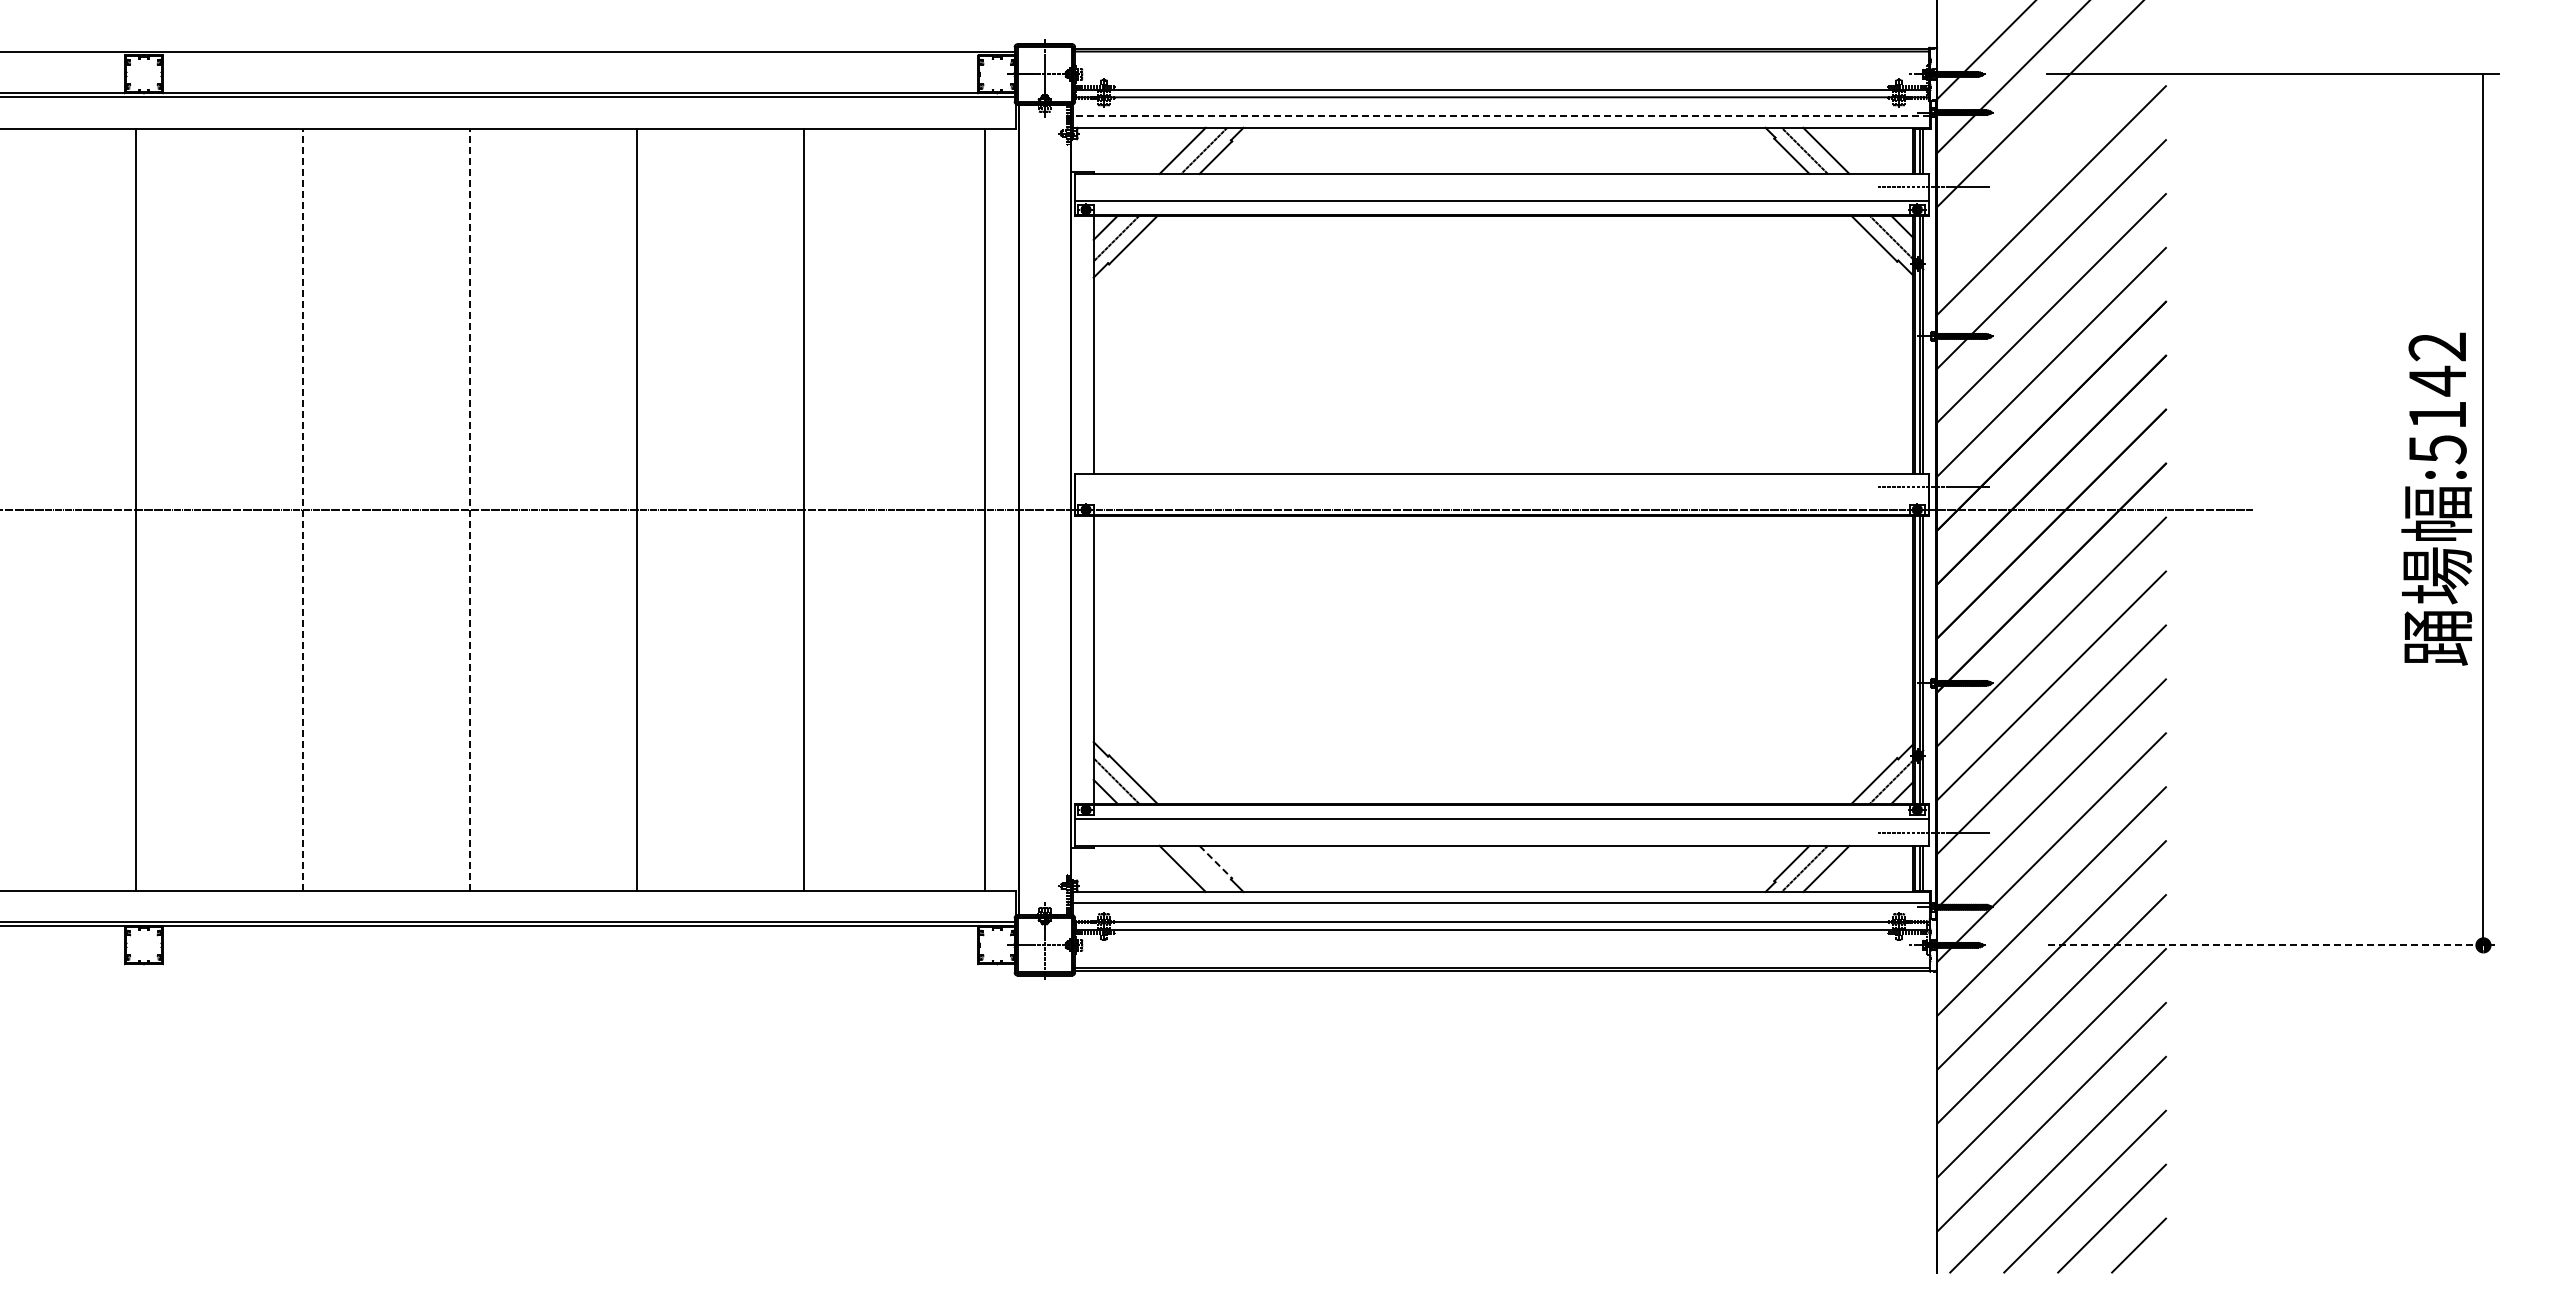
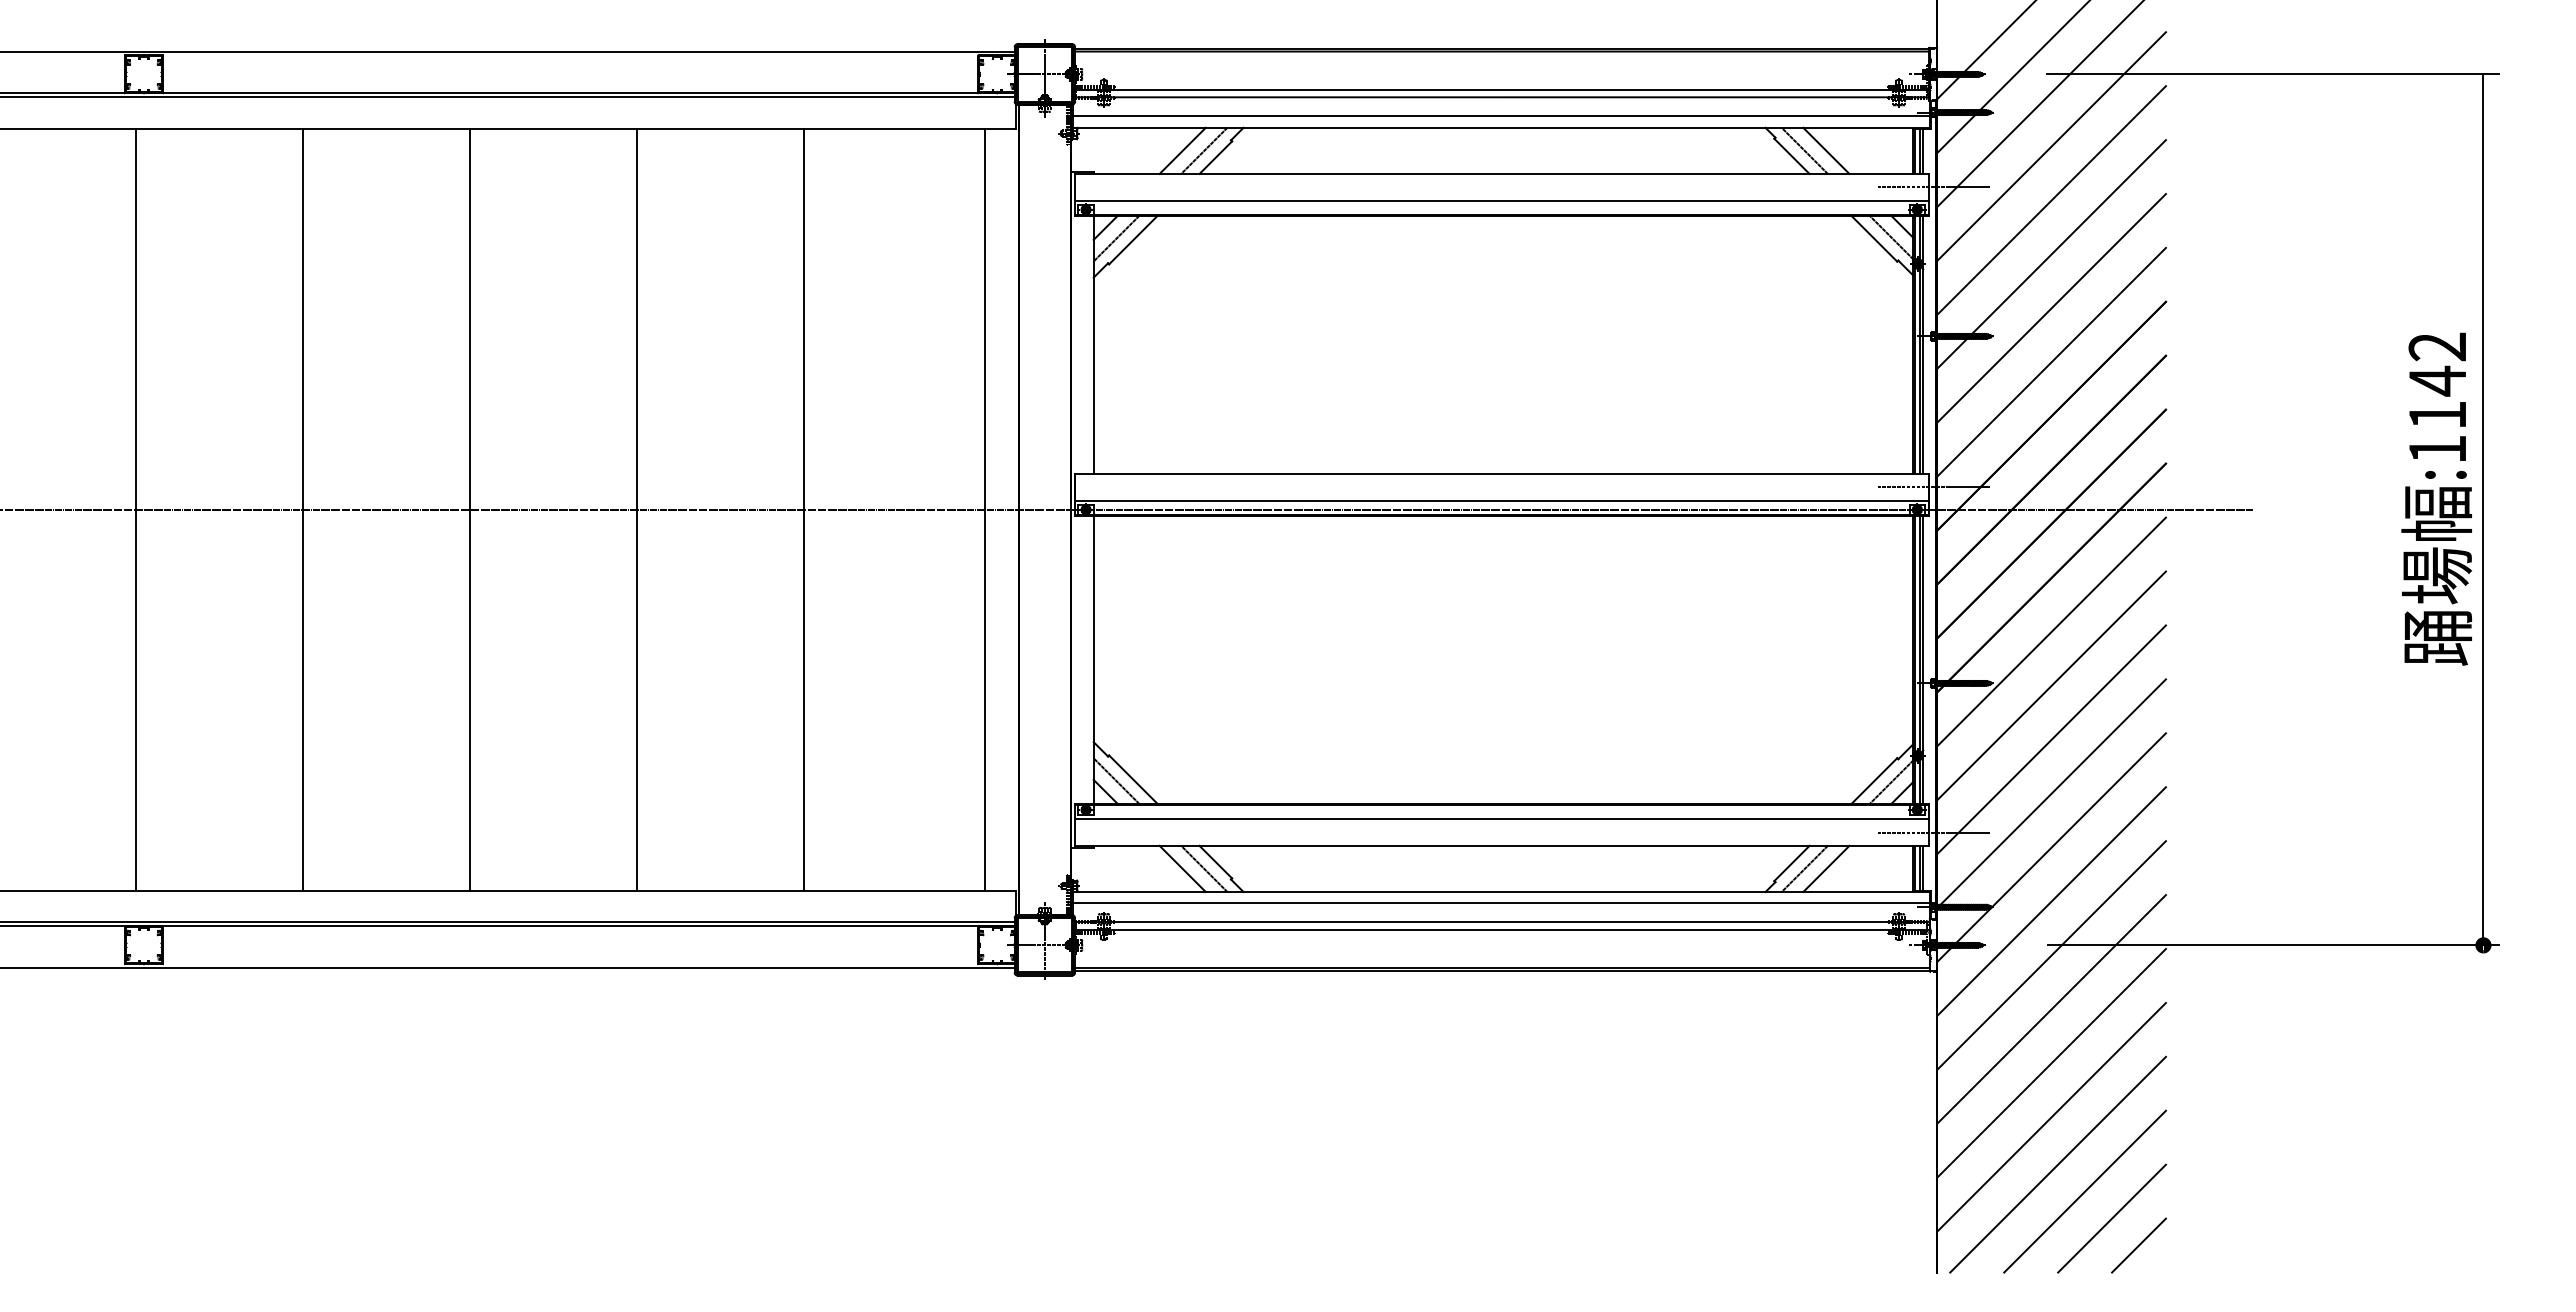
line at (1501, 116): dashed -> solid
line at (2051, 146): none -> present
text at (2437, 449): :5142 -> :1142
line at (1501, 500): none -> present
line at (303, 509): dashed -> solid
line at (469, 509): dashed -> solid
line at (1216, 862): dashed -> solid
line at (1204, 868): none -> present
line at (2273, 945): dashed -> solid
line at (509, 968): none -> present
